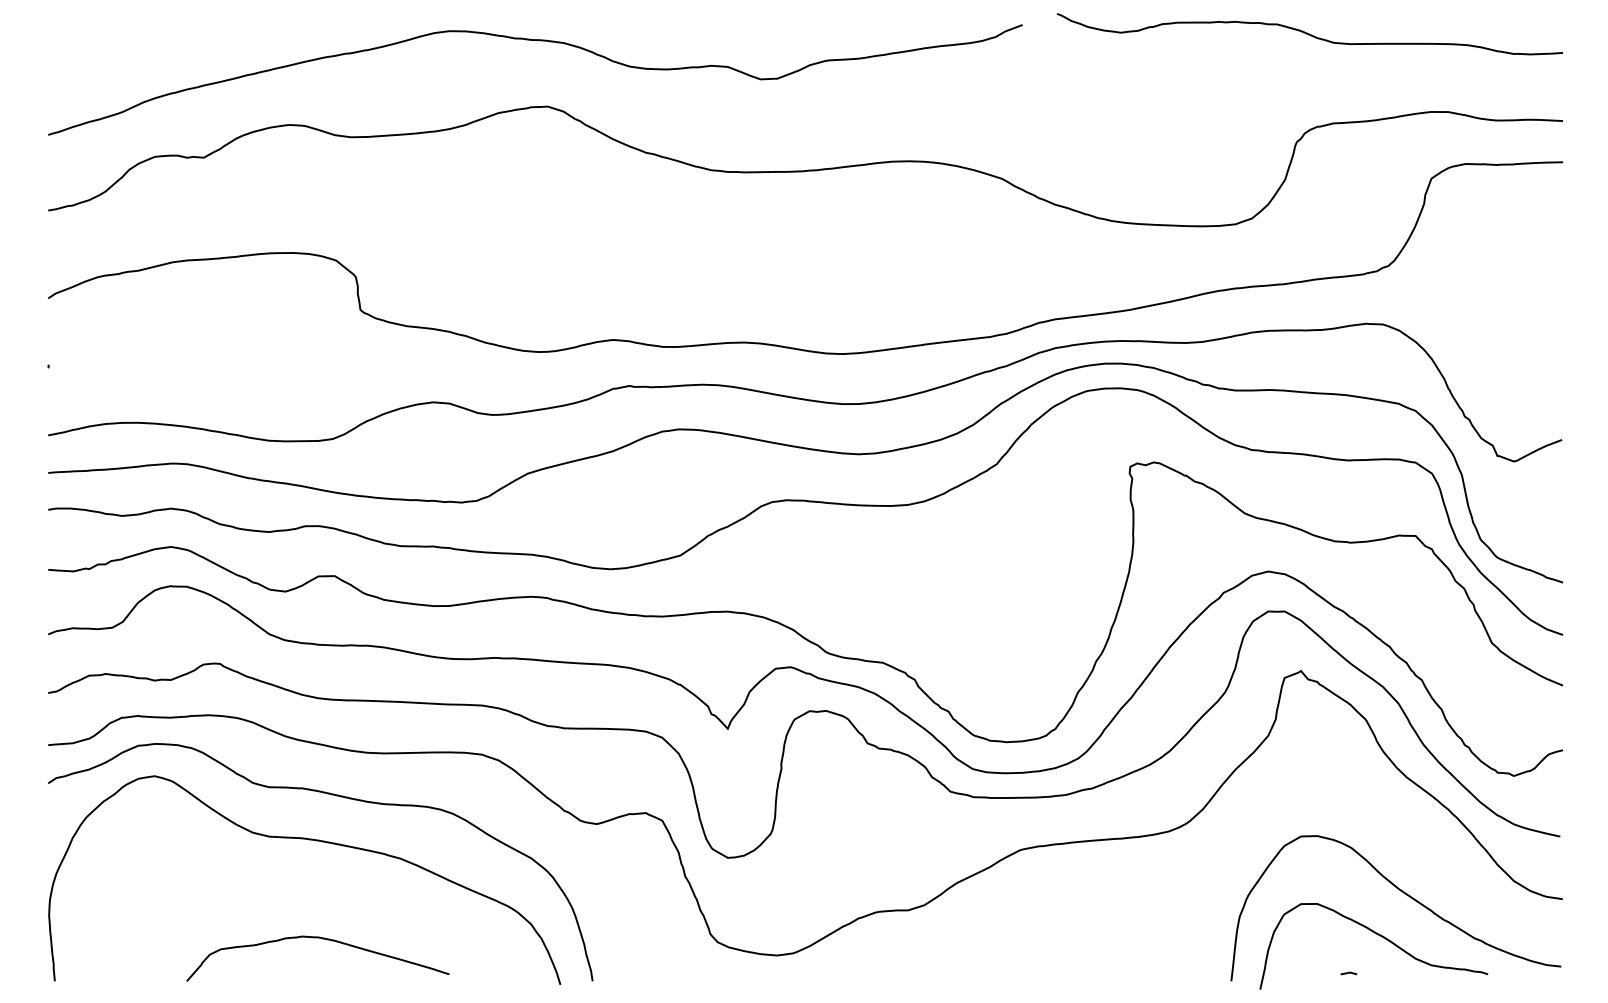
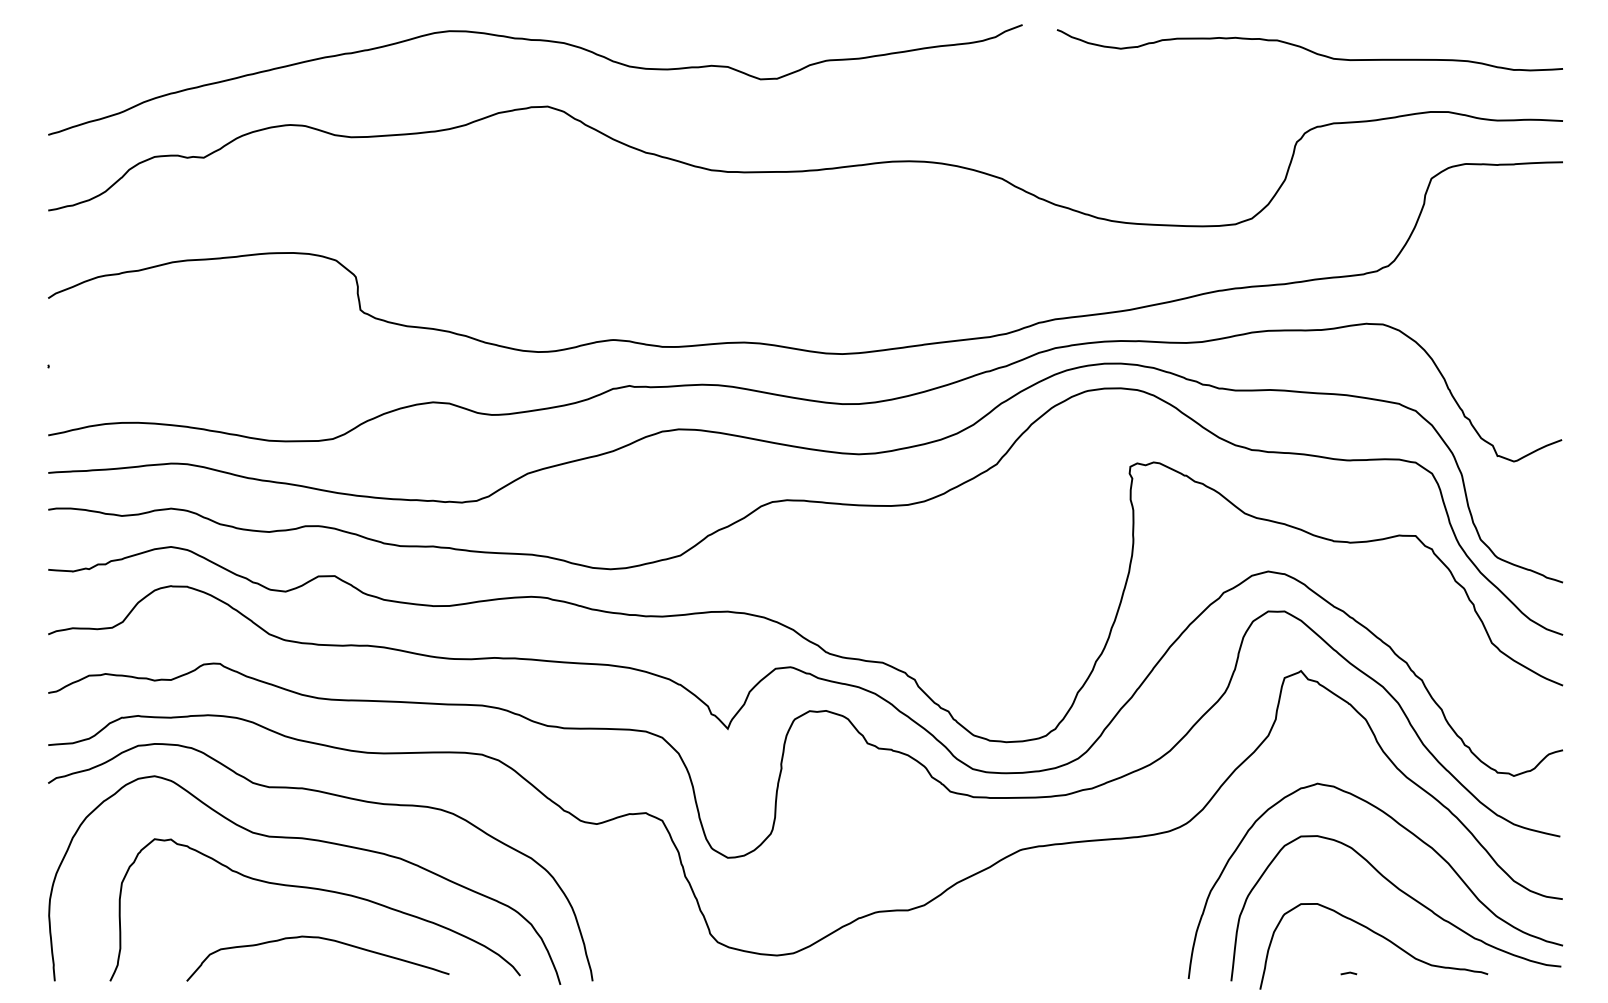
curve at (1309, 34) position: (1309, 34) -> (1309, 50)
curve at (1407, 831): none -> present
curve at (319, 890): none -> present
